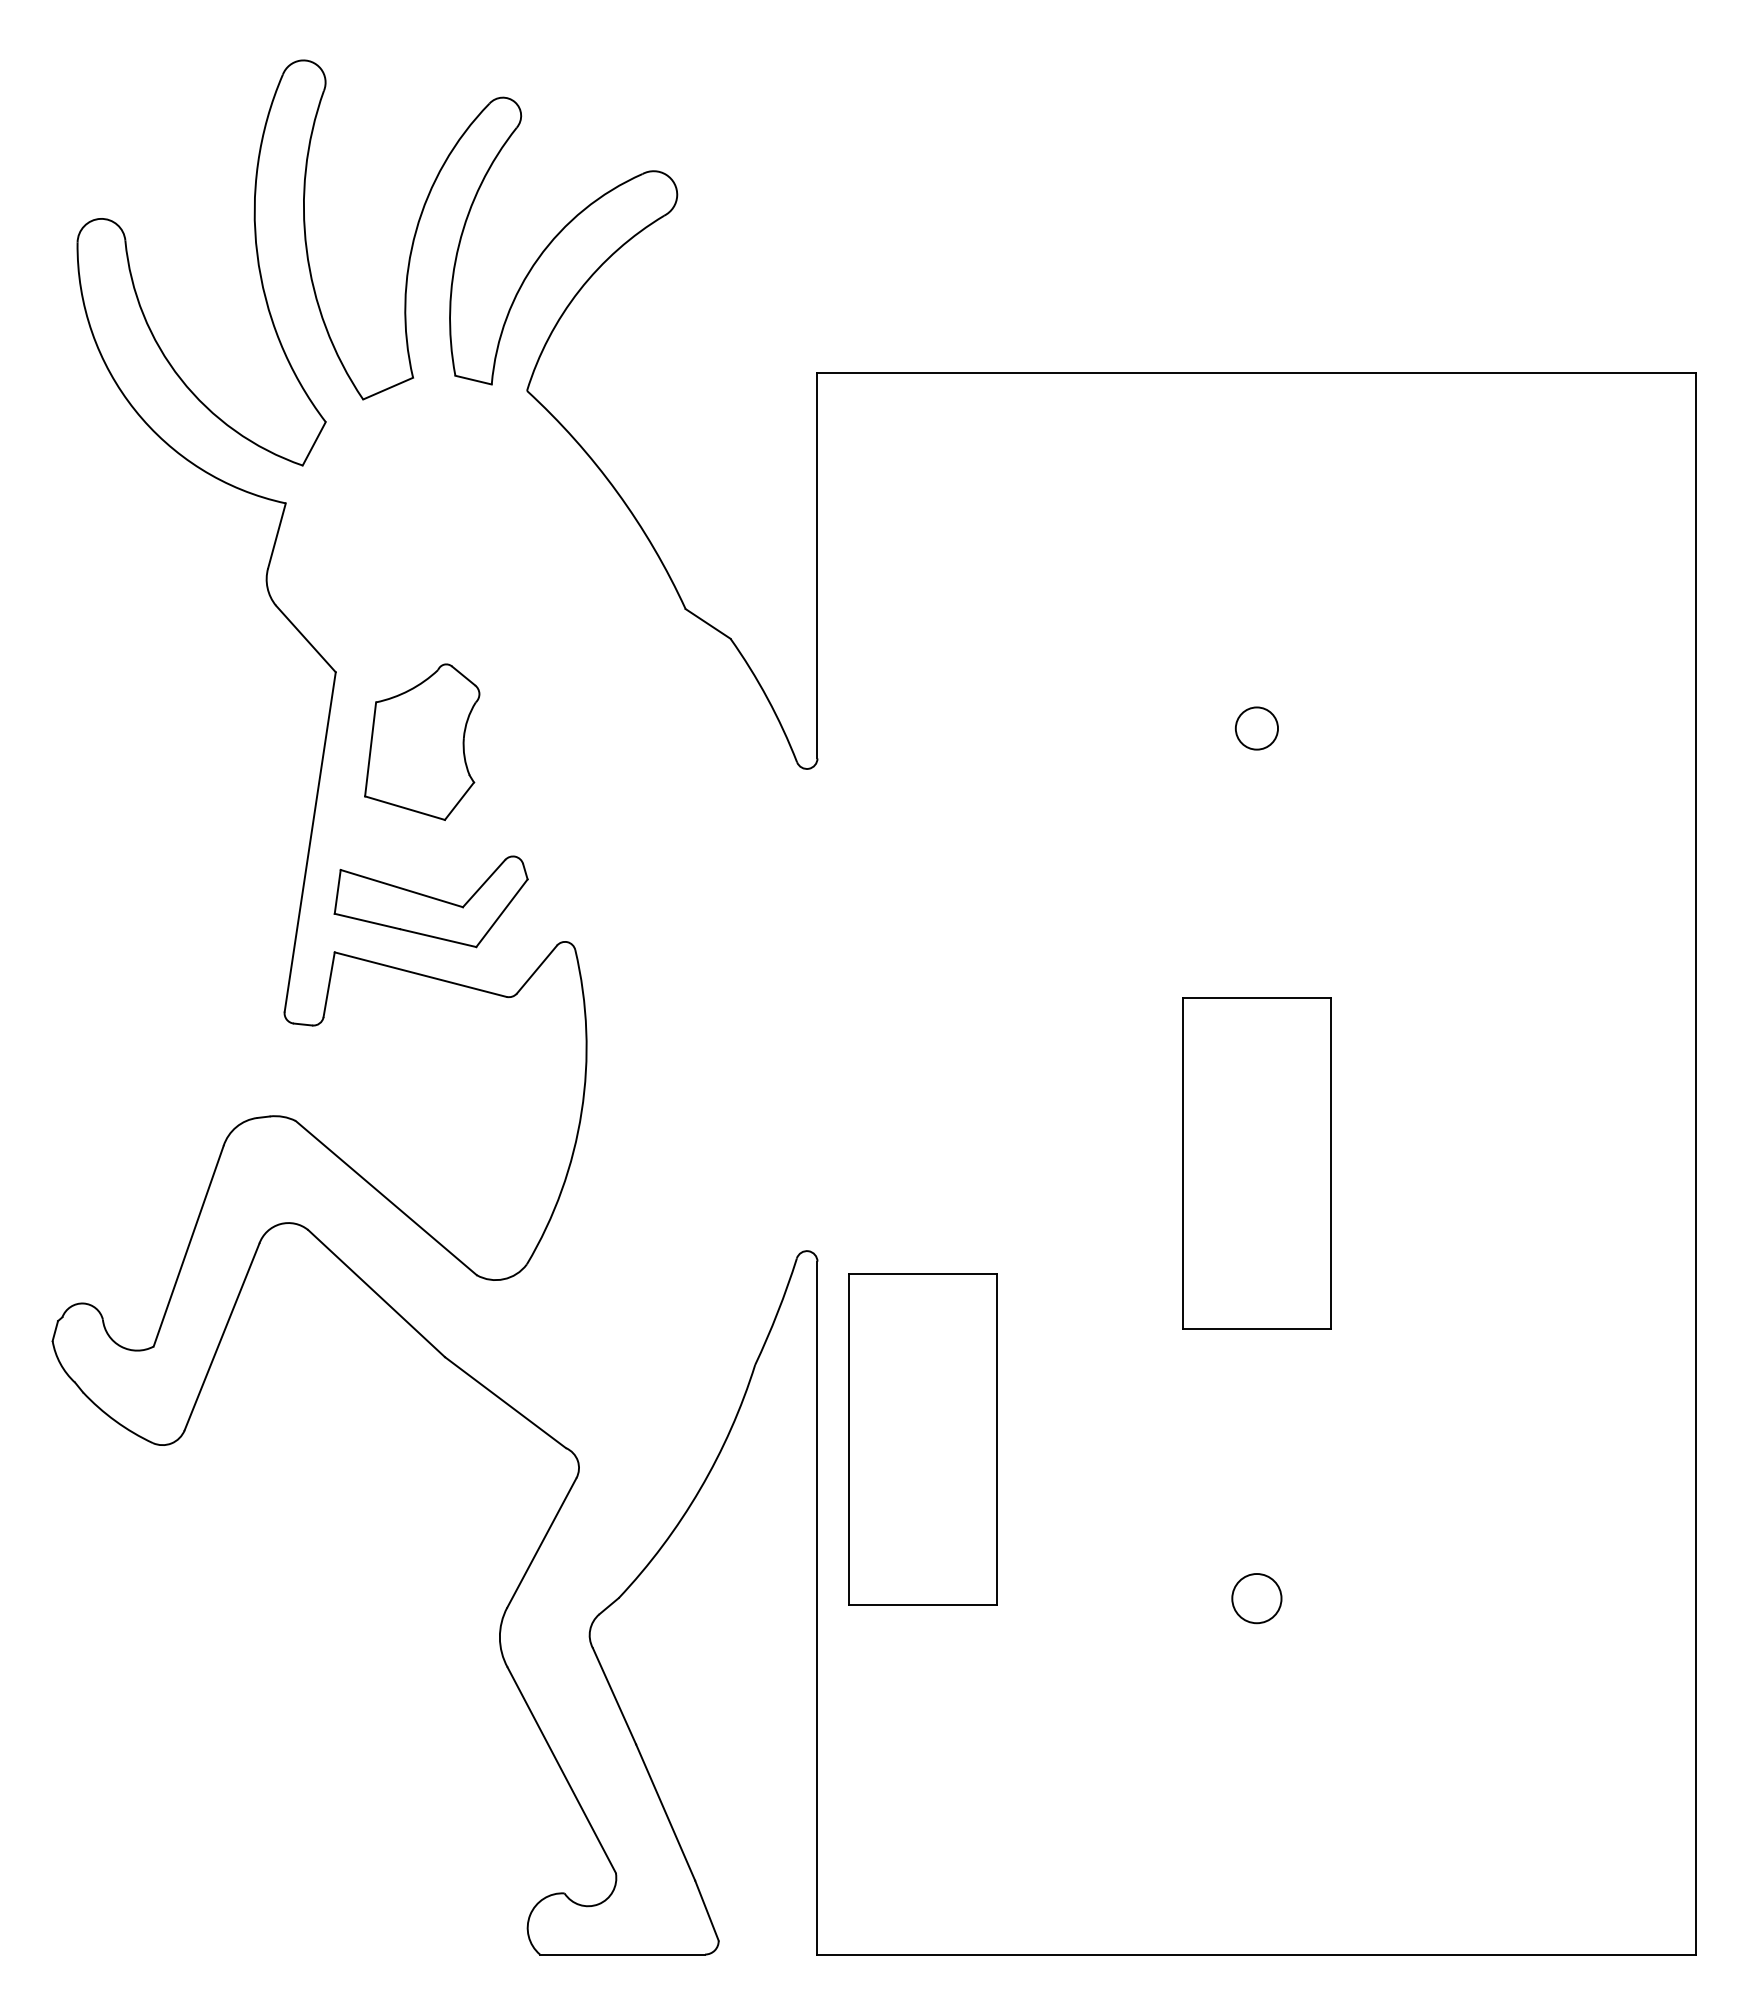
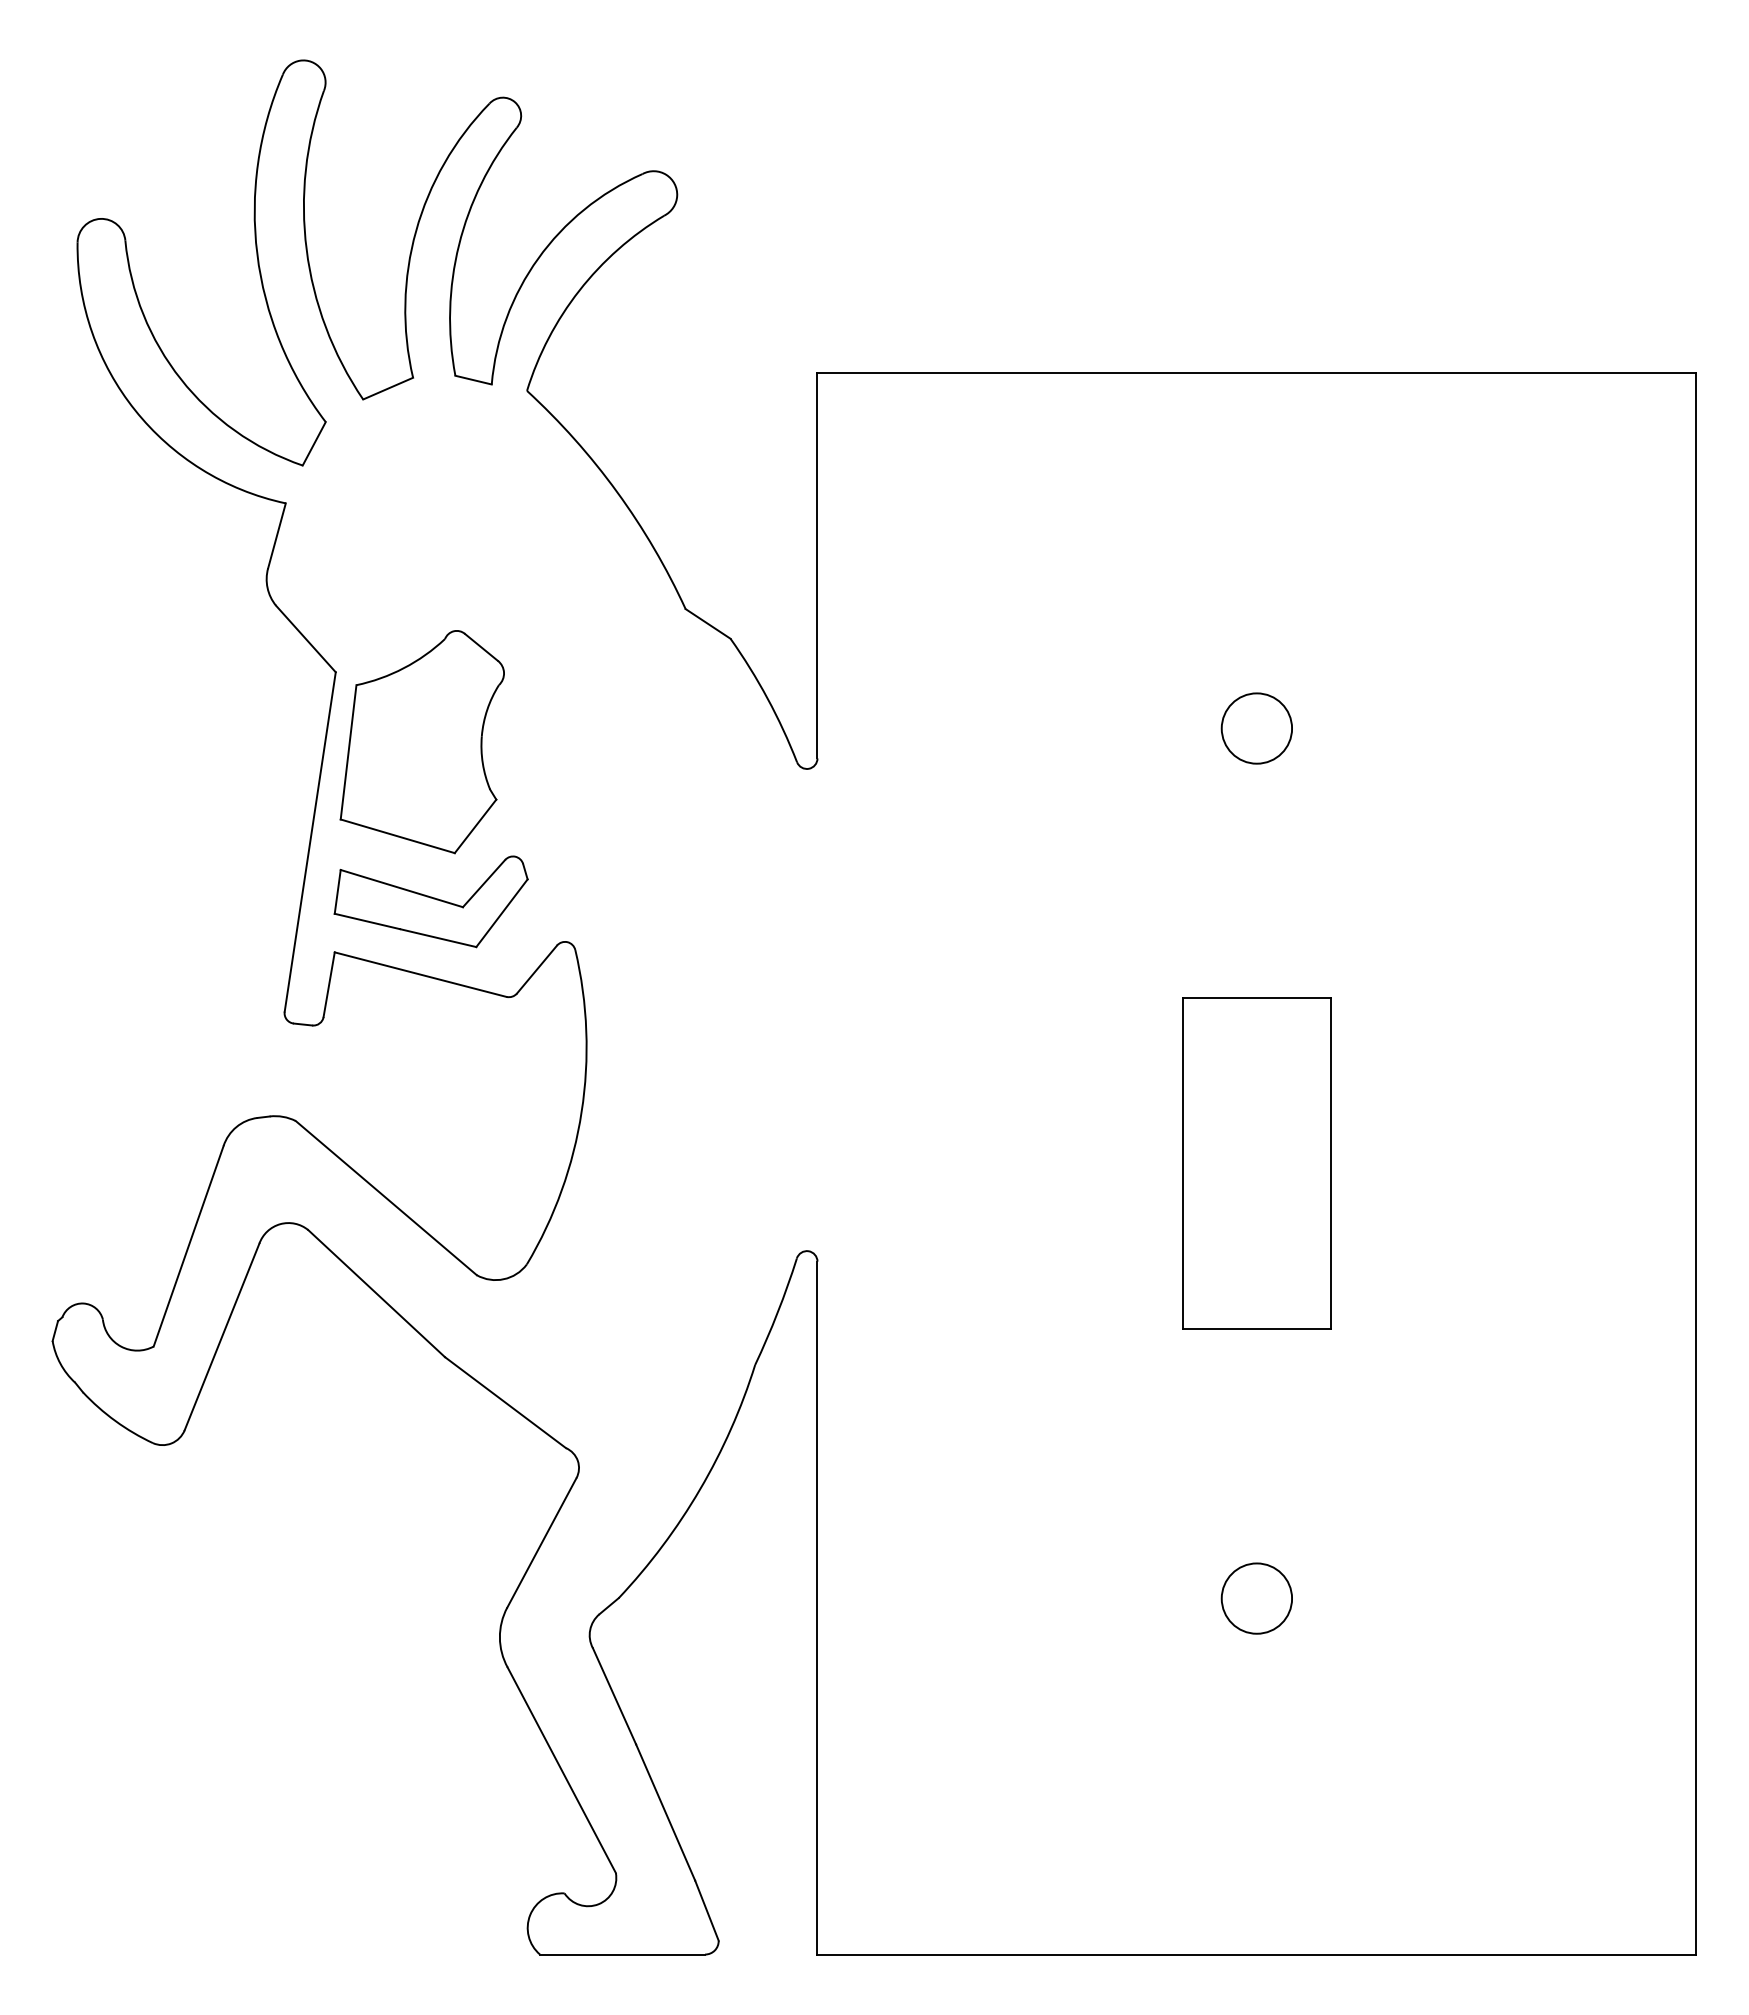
circle at (1256, 728) diameter: 42 px -> 70 px
part at (422, 741) size: 117x158 px -> 166x225 px
part at (922, 1439): present -> none
circle at (1256, 1598) diameter: 49 px -> 70 px
